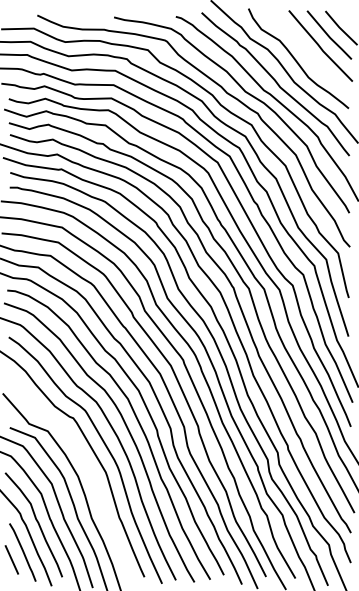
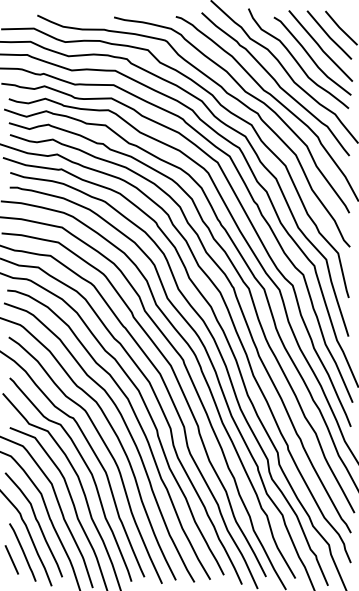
curve at (311, 56): none -> present
curve at (86, 467): none -> present
